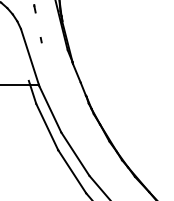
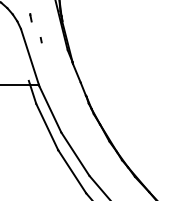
part at (34, 8) position: (34, 8) -> (30, 17)
